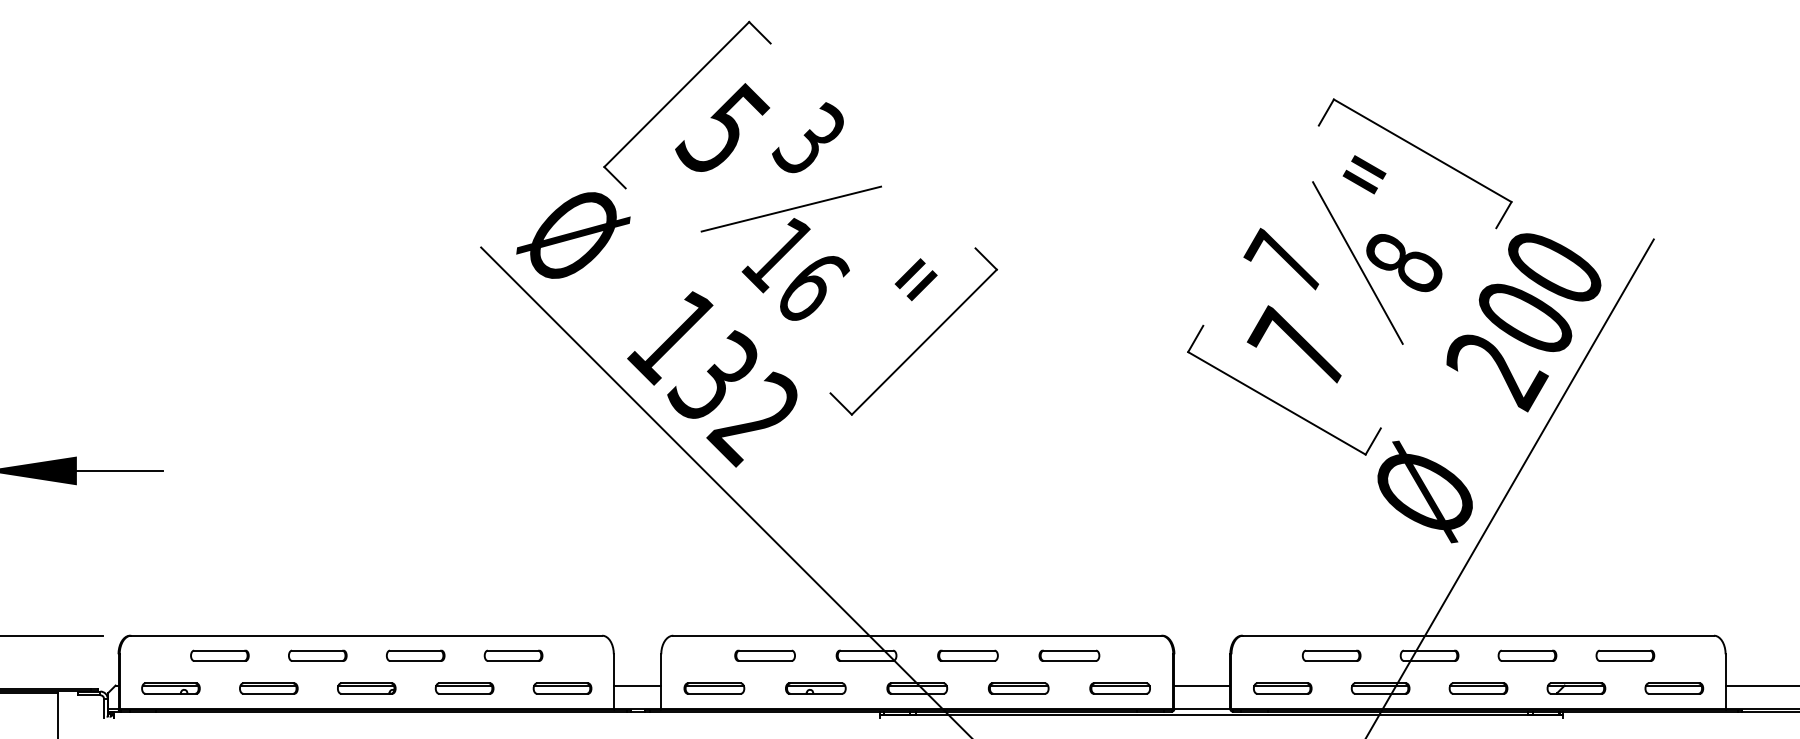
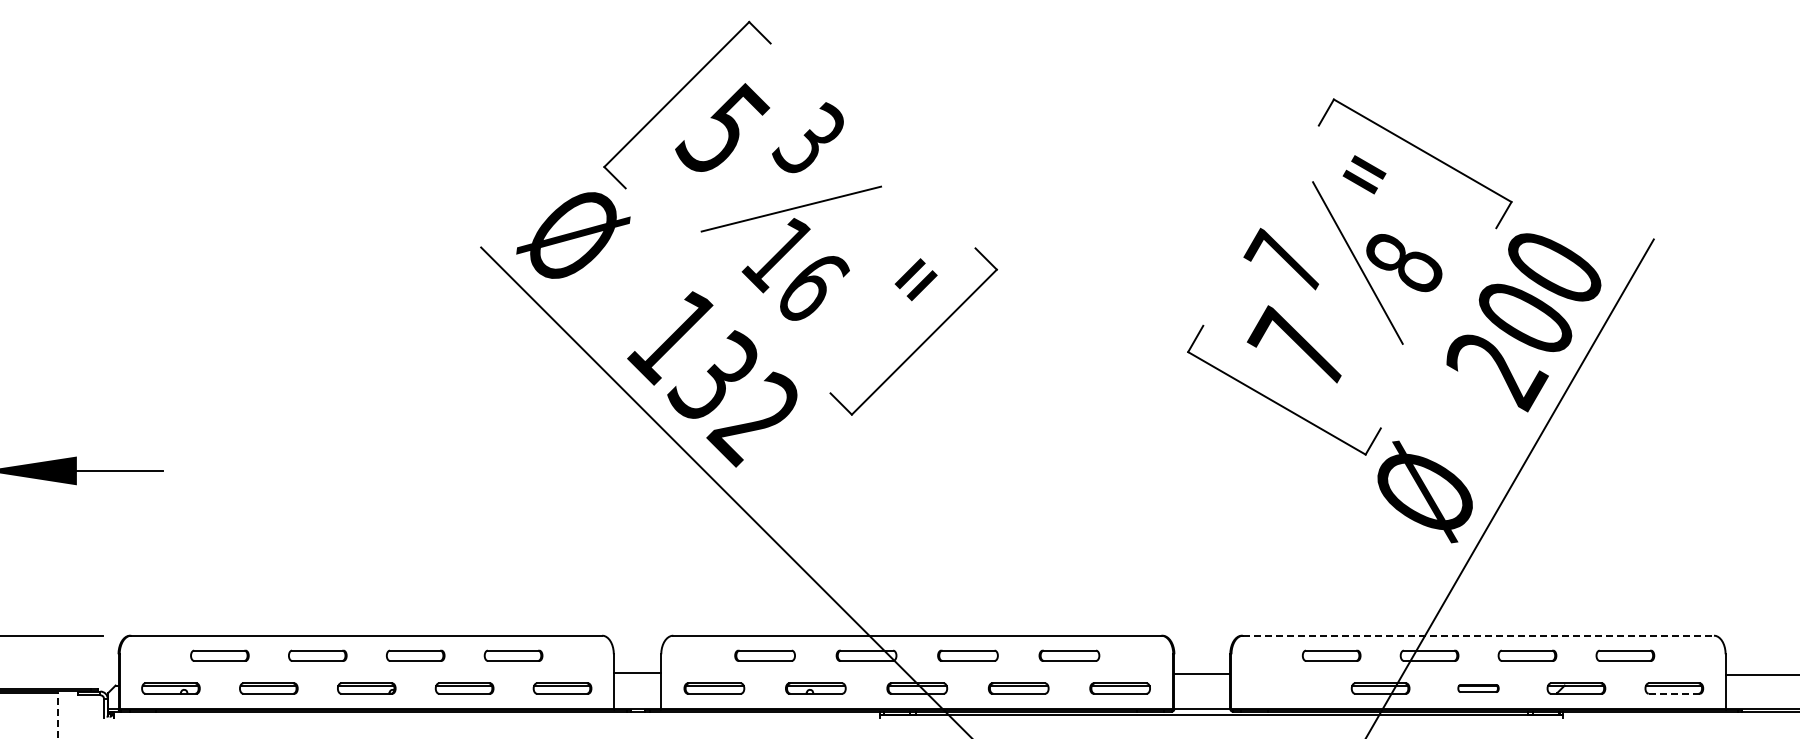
line at (1479, 635): solid -> dashed
line at (637, 685) position: (637, 685) -> (637, 672)
line at (1202, 685) position: (1202, 685) -> (1202, 673)
line at (1760, 685) position: (1760, 685) -> (1760, 674)
part at (1282, 688): present -> none
part at (1478, 688) size: 61x13 px -> 43x9 px
line at (1674, 693): solid -> dashed
line at (57, 715): solid -> dashed
